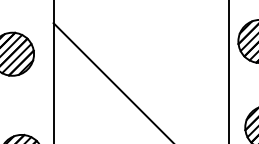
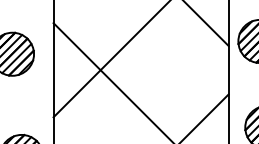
line at (206, 24): none -> present
line at (110, 59): none -> present
line at (205, 117): none -> present
